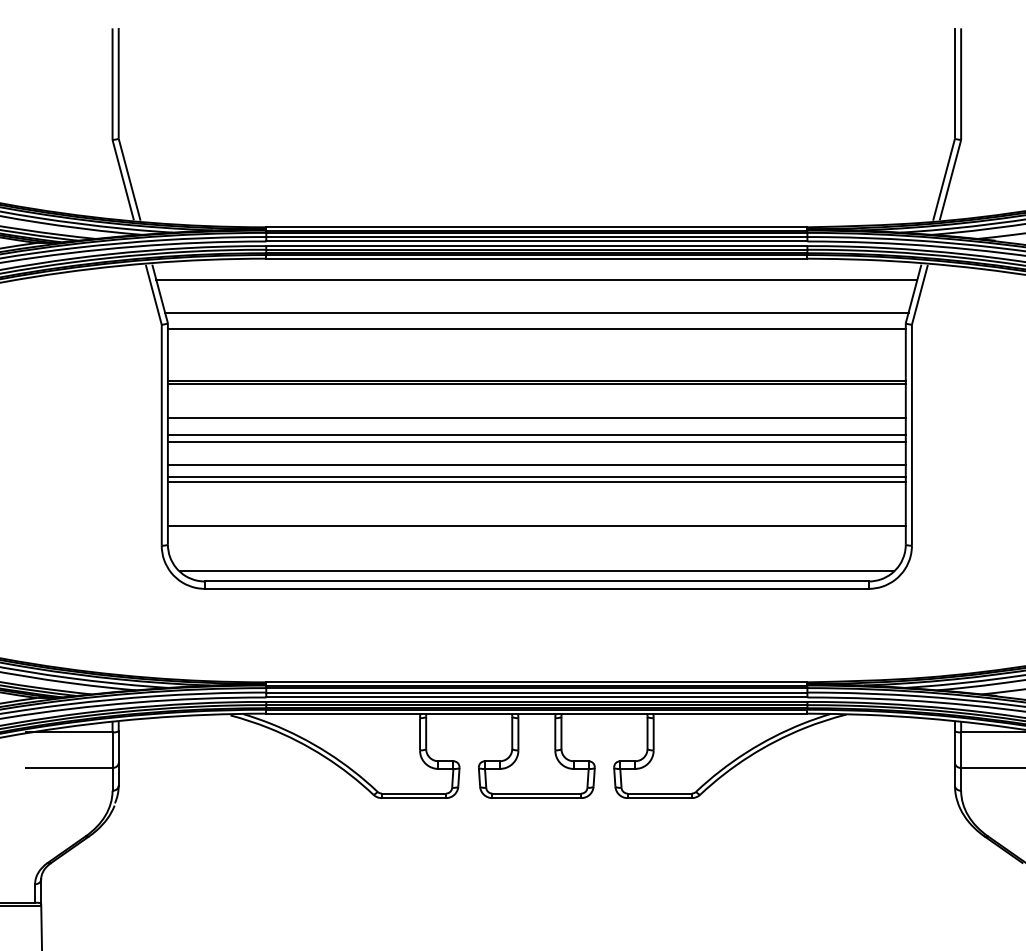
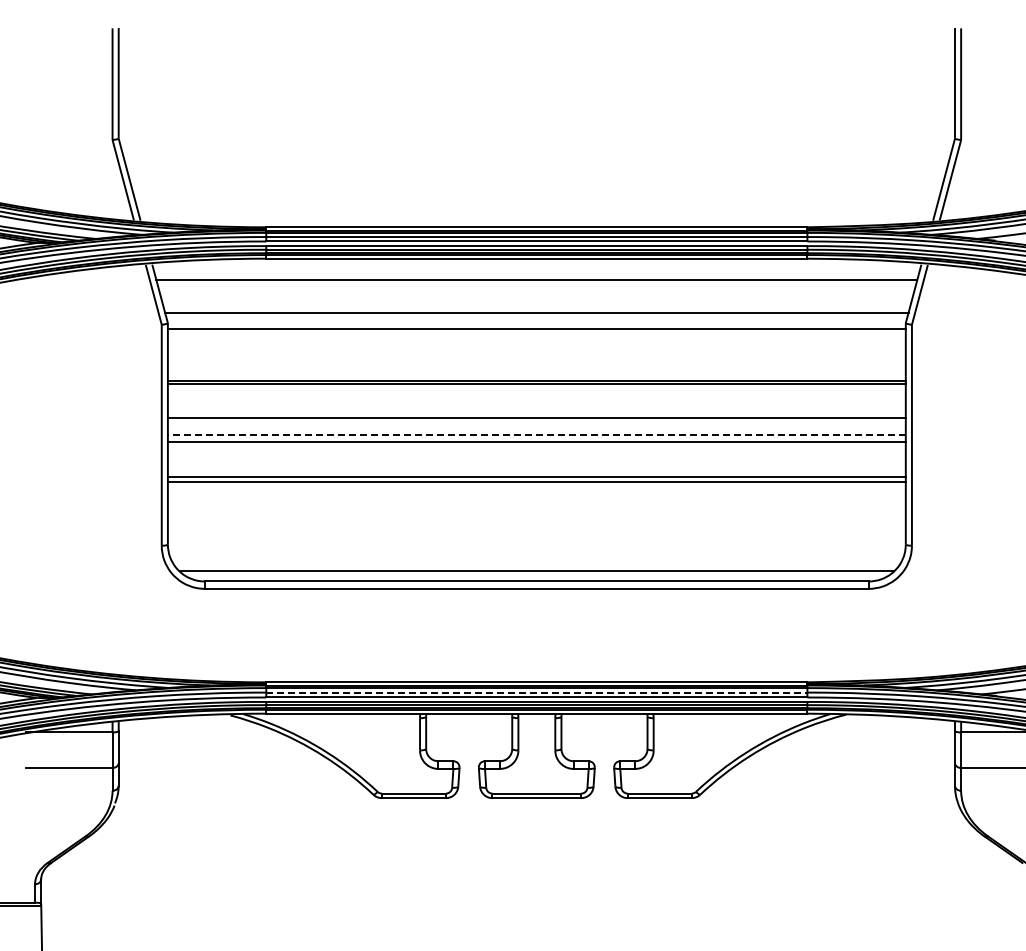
line at (536, 435): solid -> dashed
line at (536, 464): present -> none
line at (536, 526): present -> none
line at (536, 692): solid -> dashed
